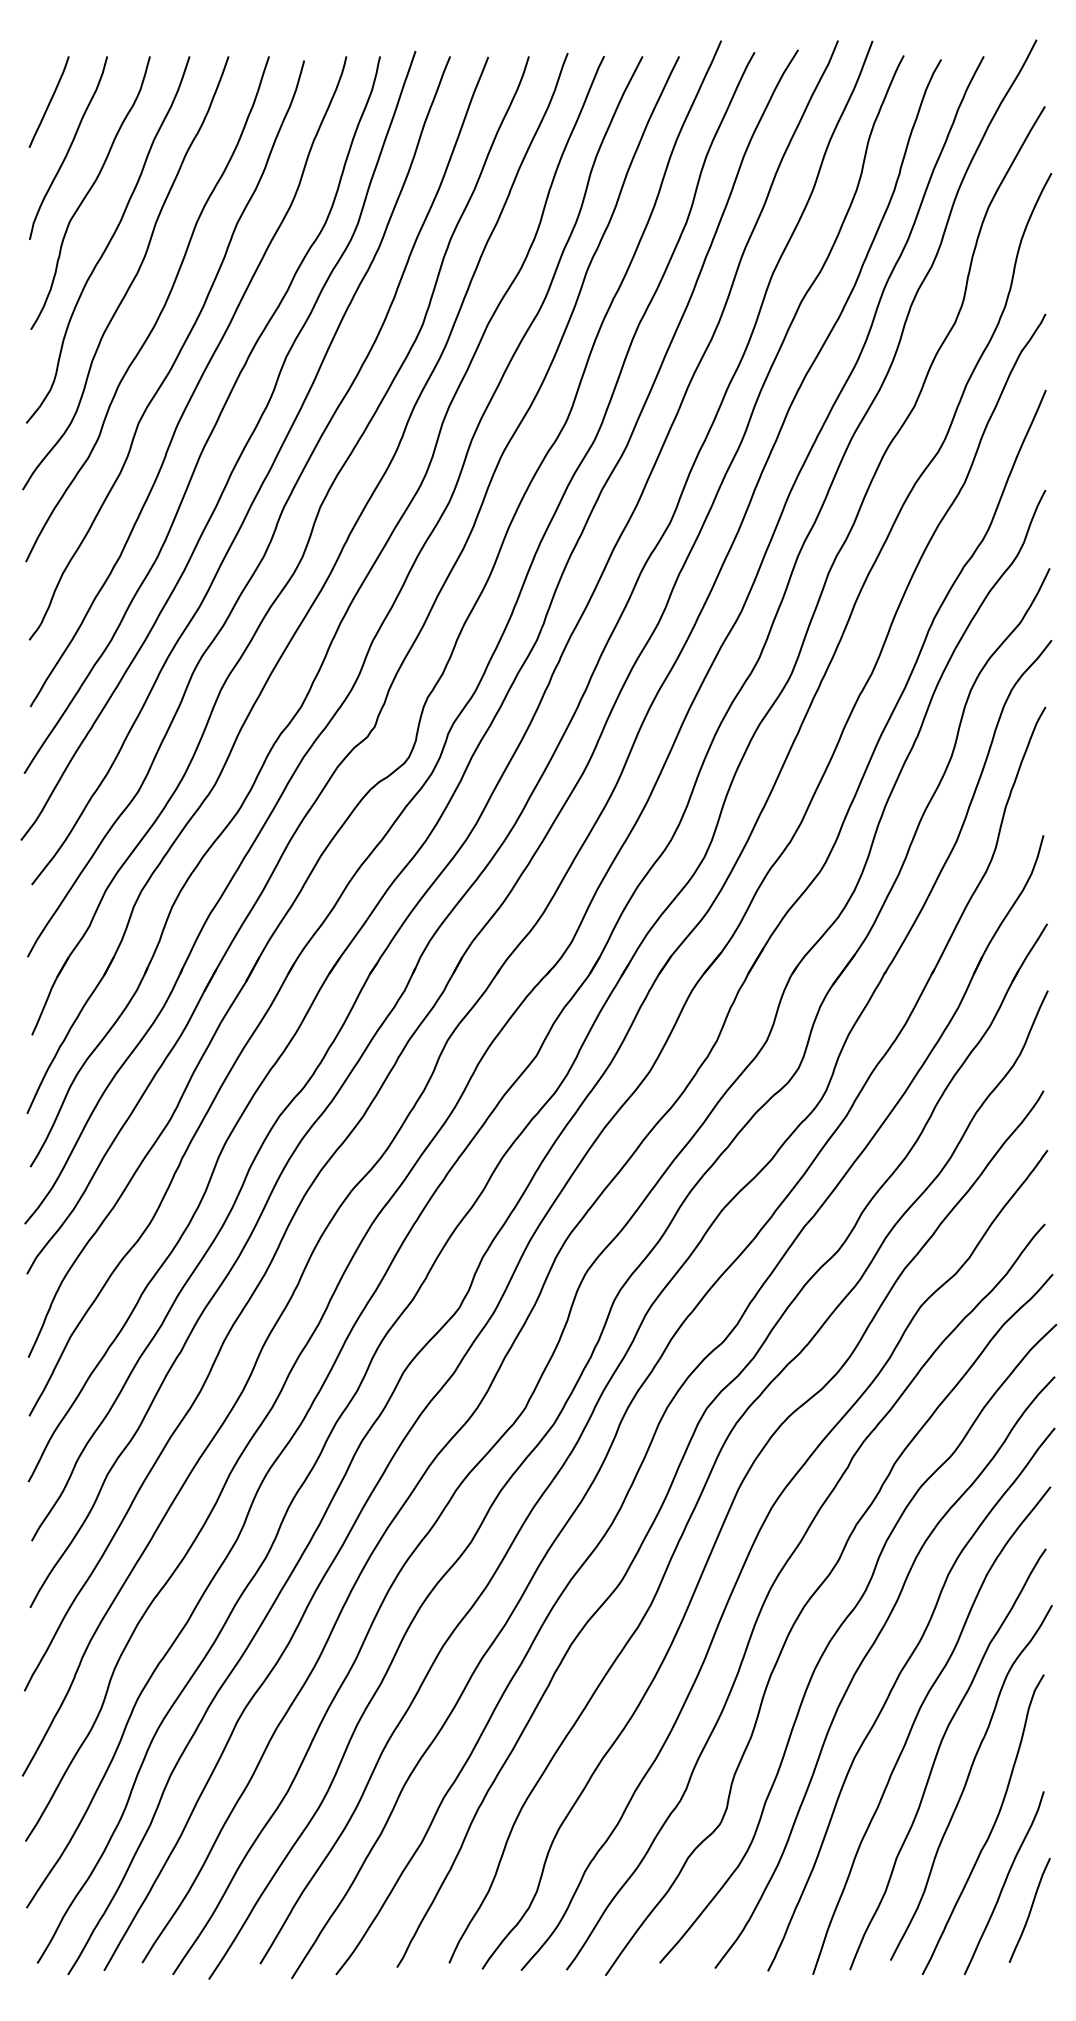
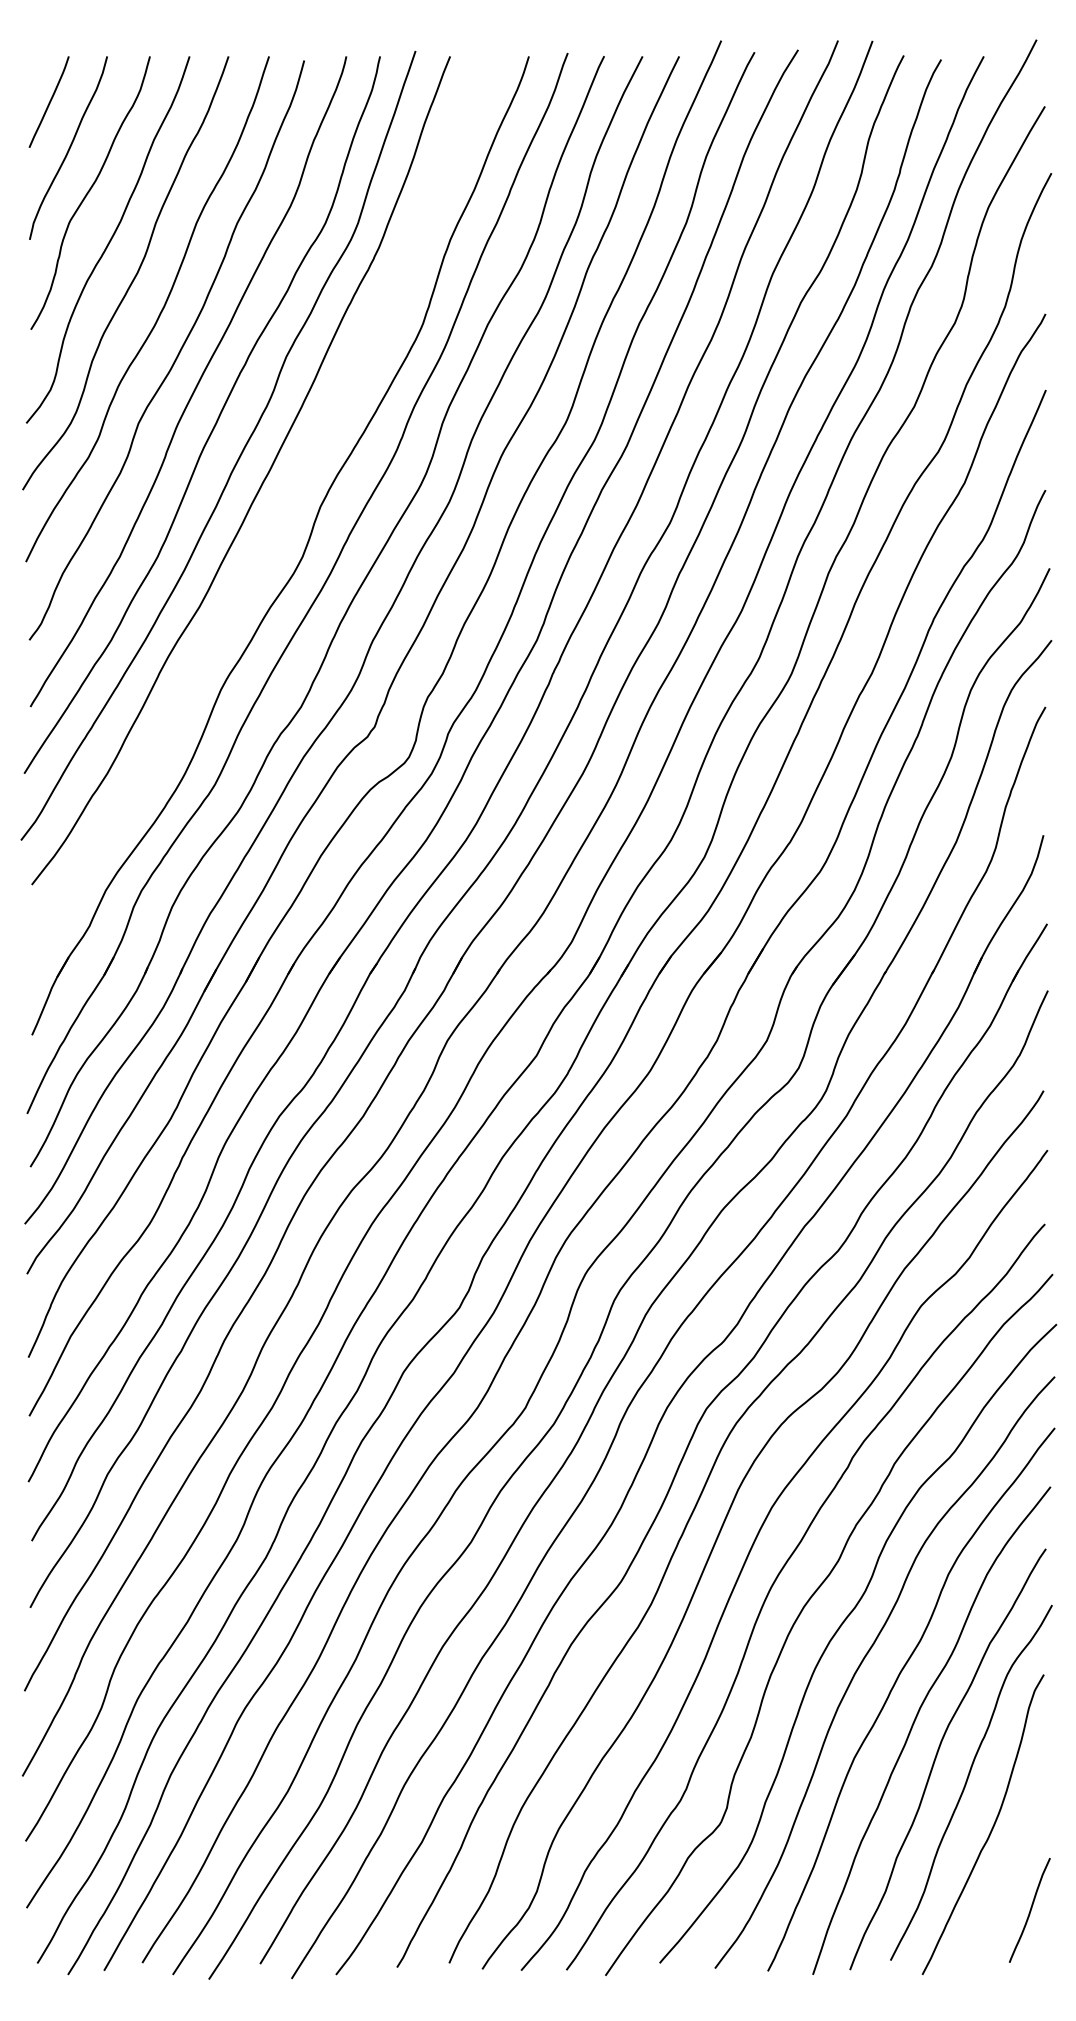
curve at (280, 512): present -> none
curve at (1004, 1882): present -> none
